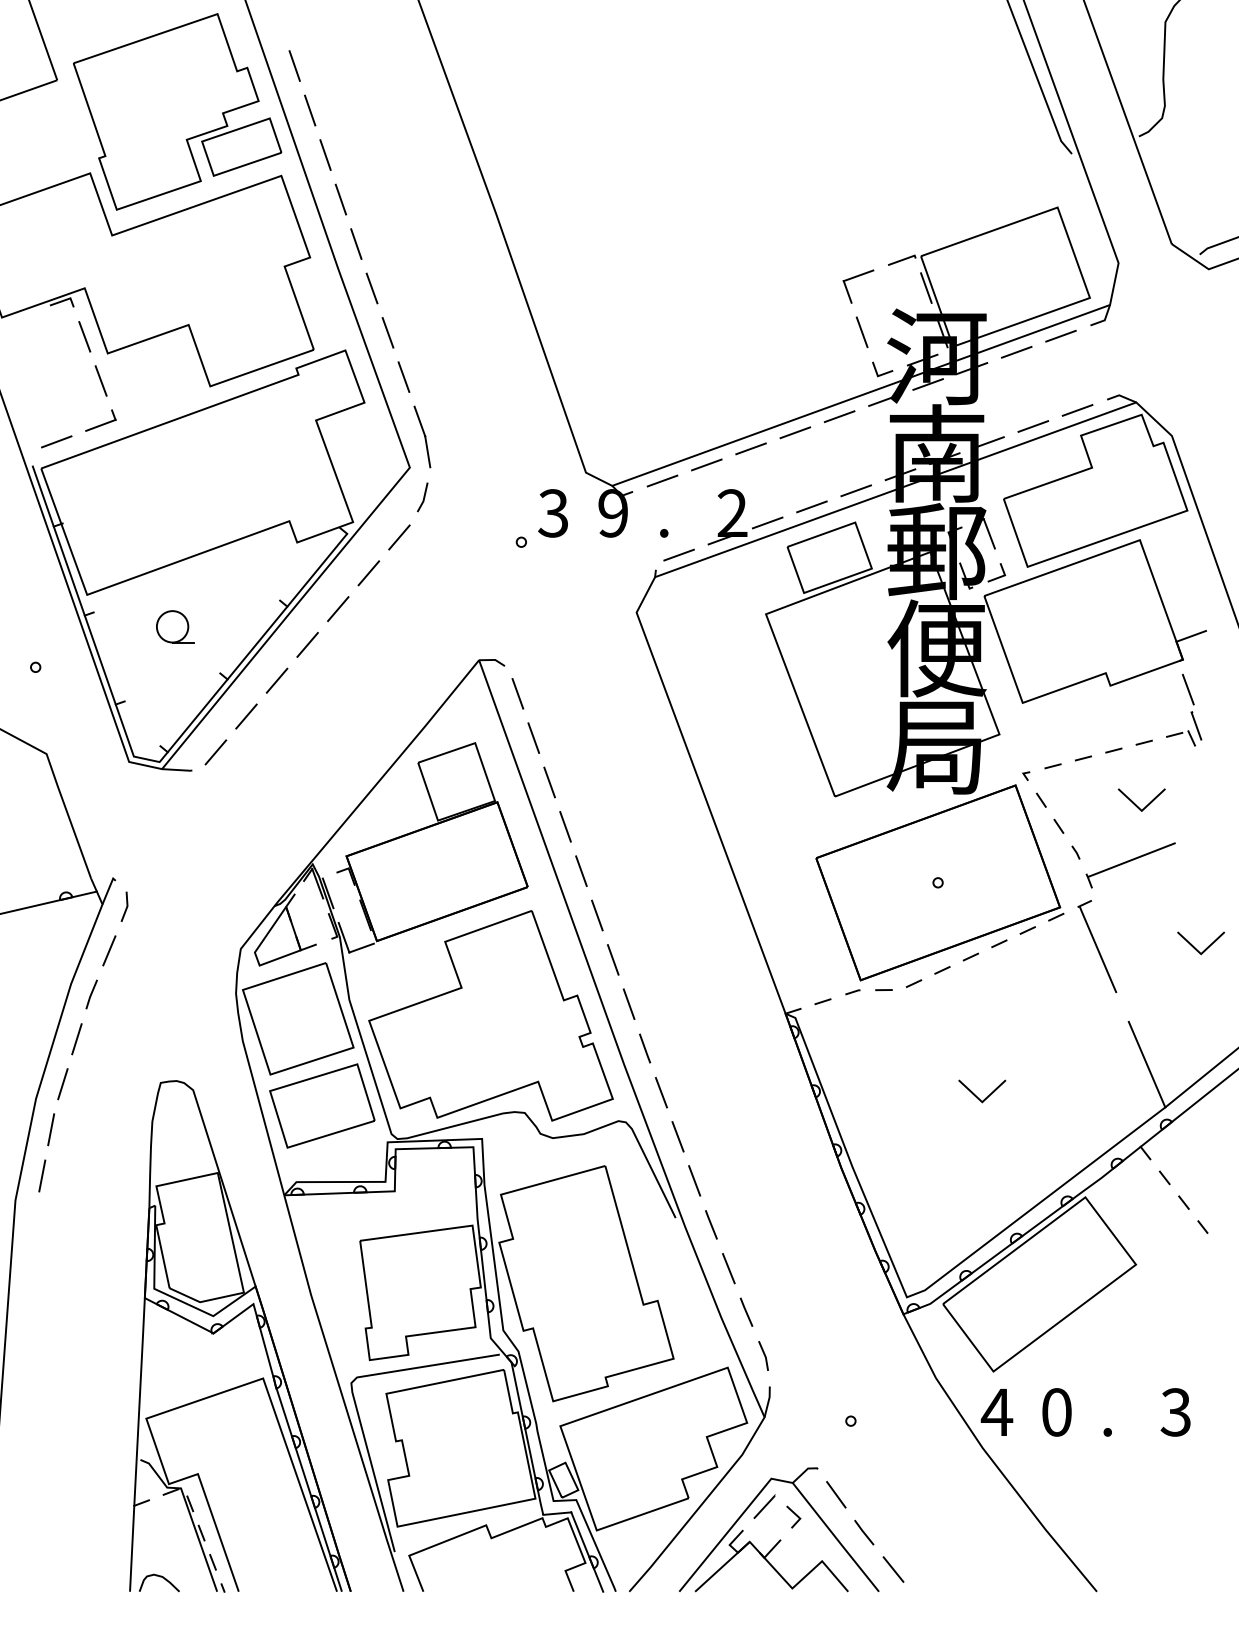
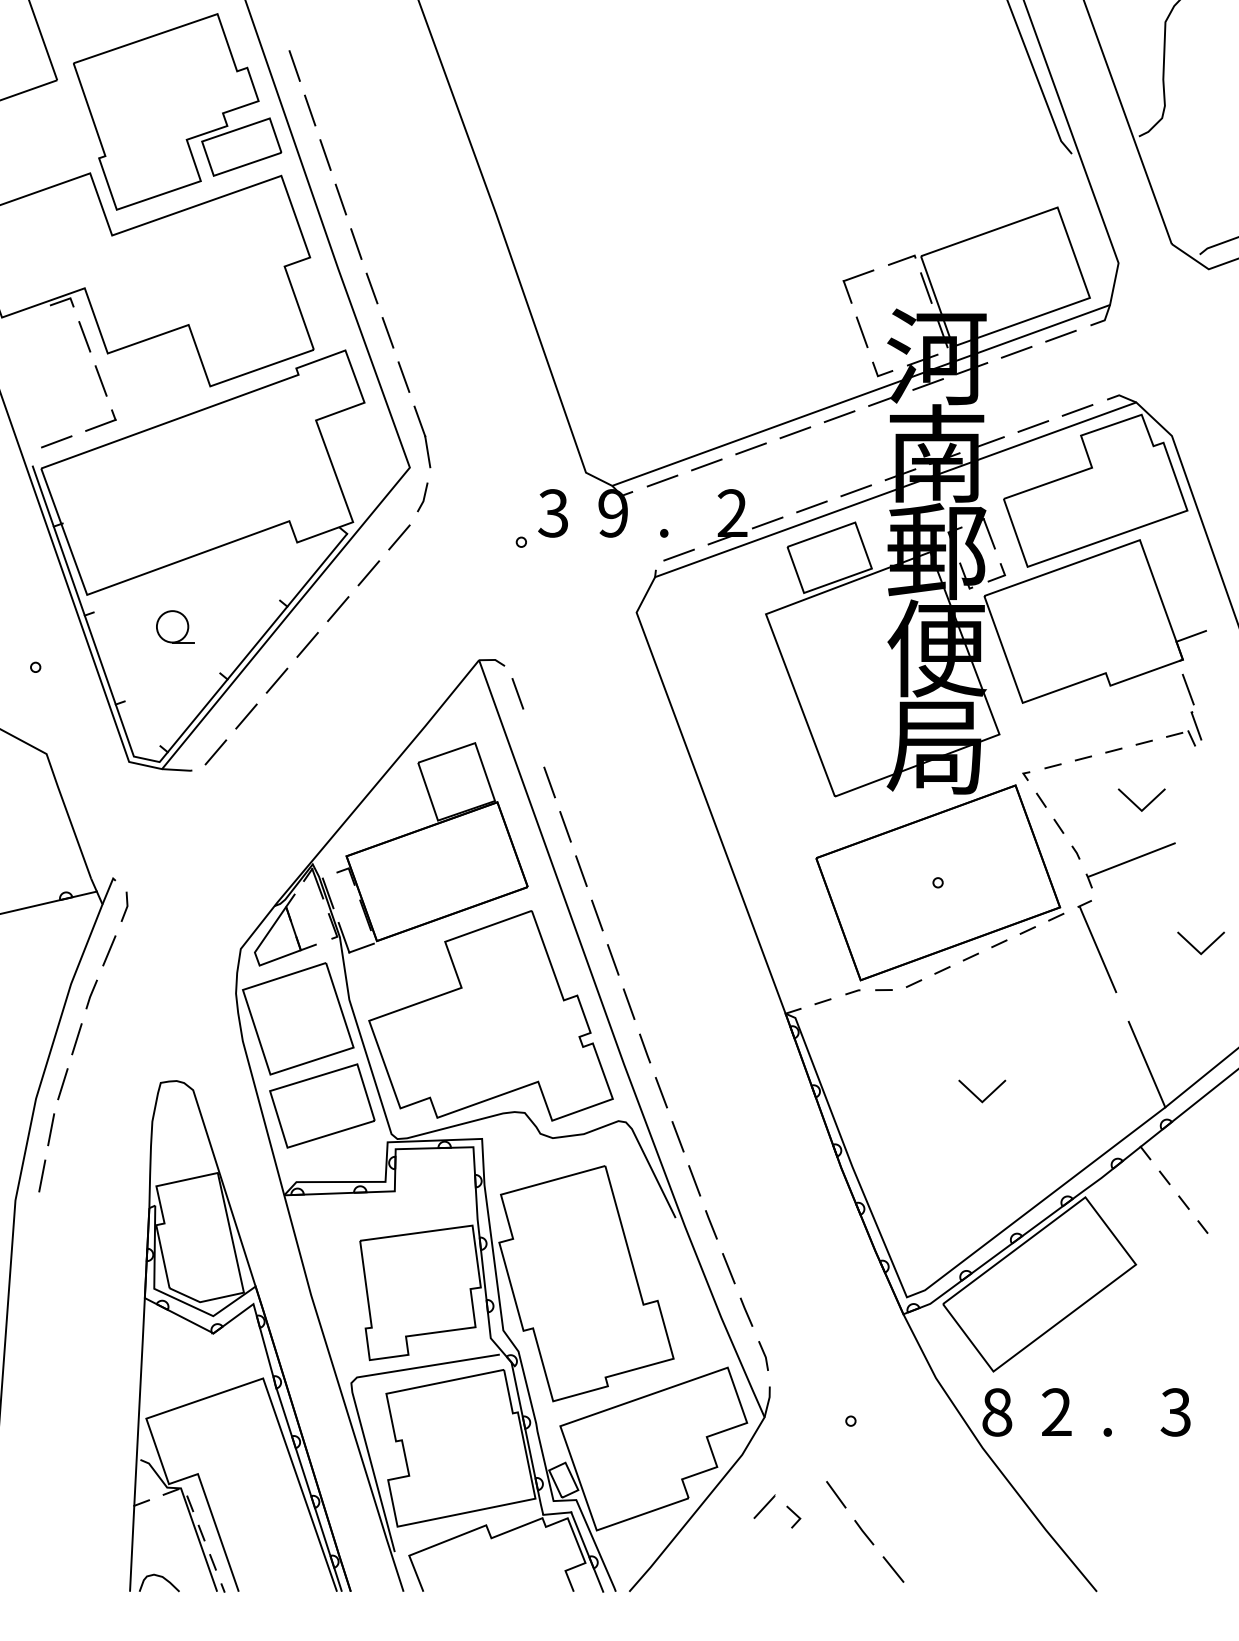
line at (533, 737): present -> none
text at (996, 1412): 4 -> 8
text at (1056, 1412): 0 -> 2
part at (779, 1539): present -> none
